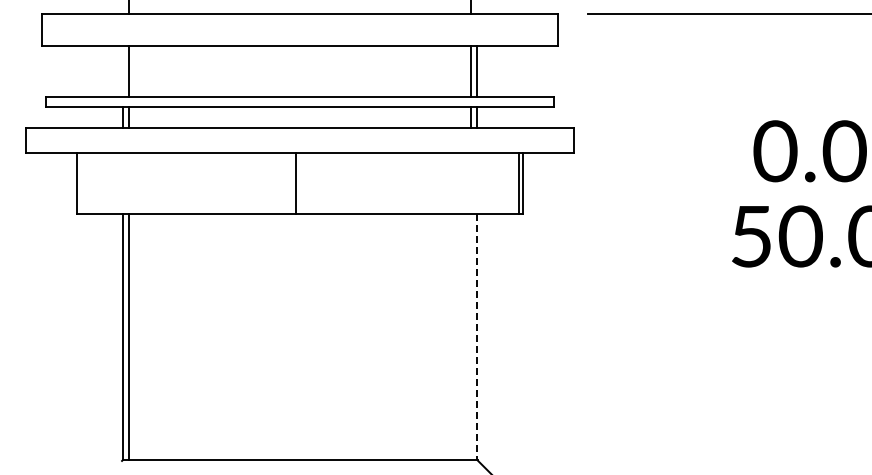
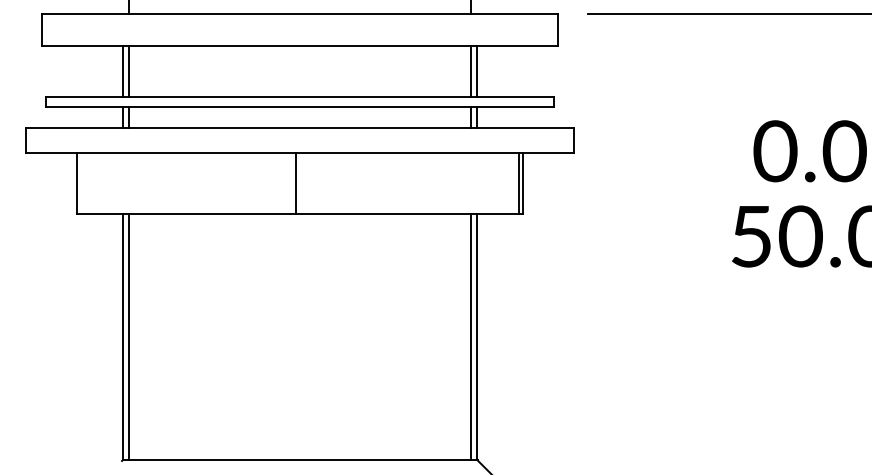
line at (122, 71): none -> present
line at (470, 336): none -> present
line at (477, 337): dashed -> solid
